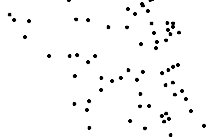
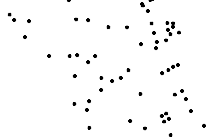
part at (131, 11): present -> none
part at (139, 75): present -> none
part at (168, 83): present -> none
part at (144, 105): present -> none
